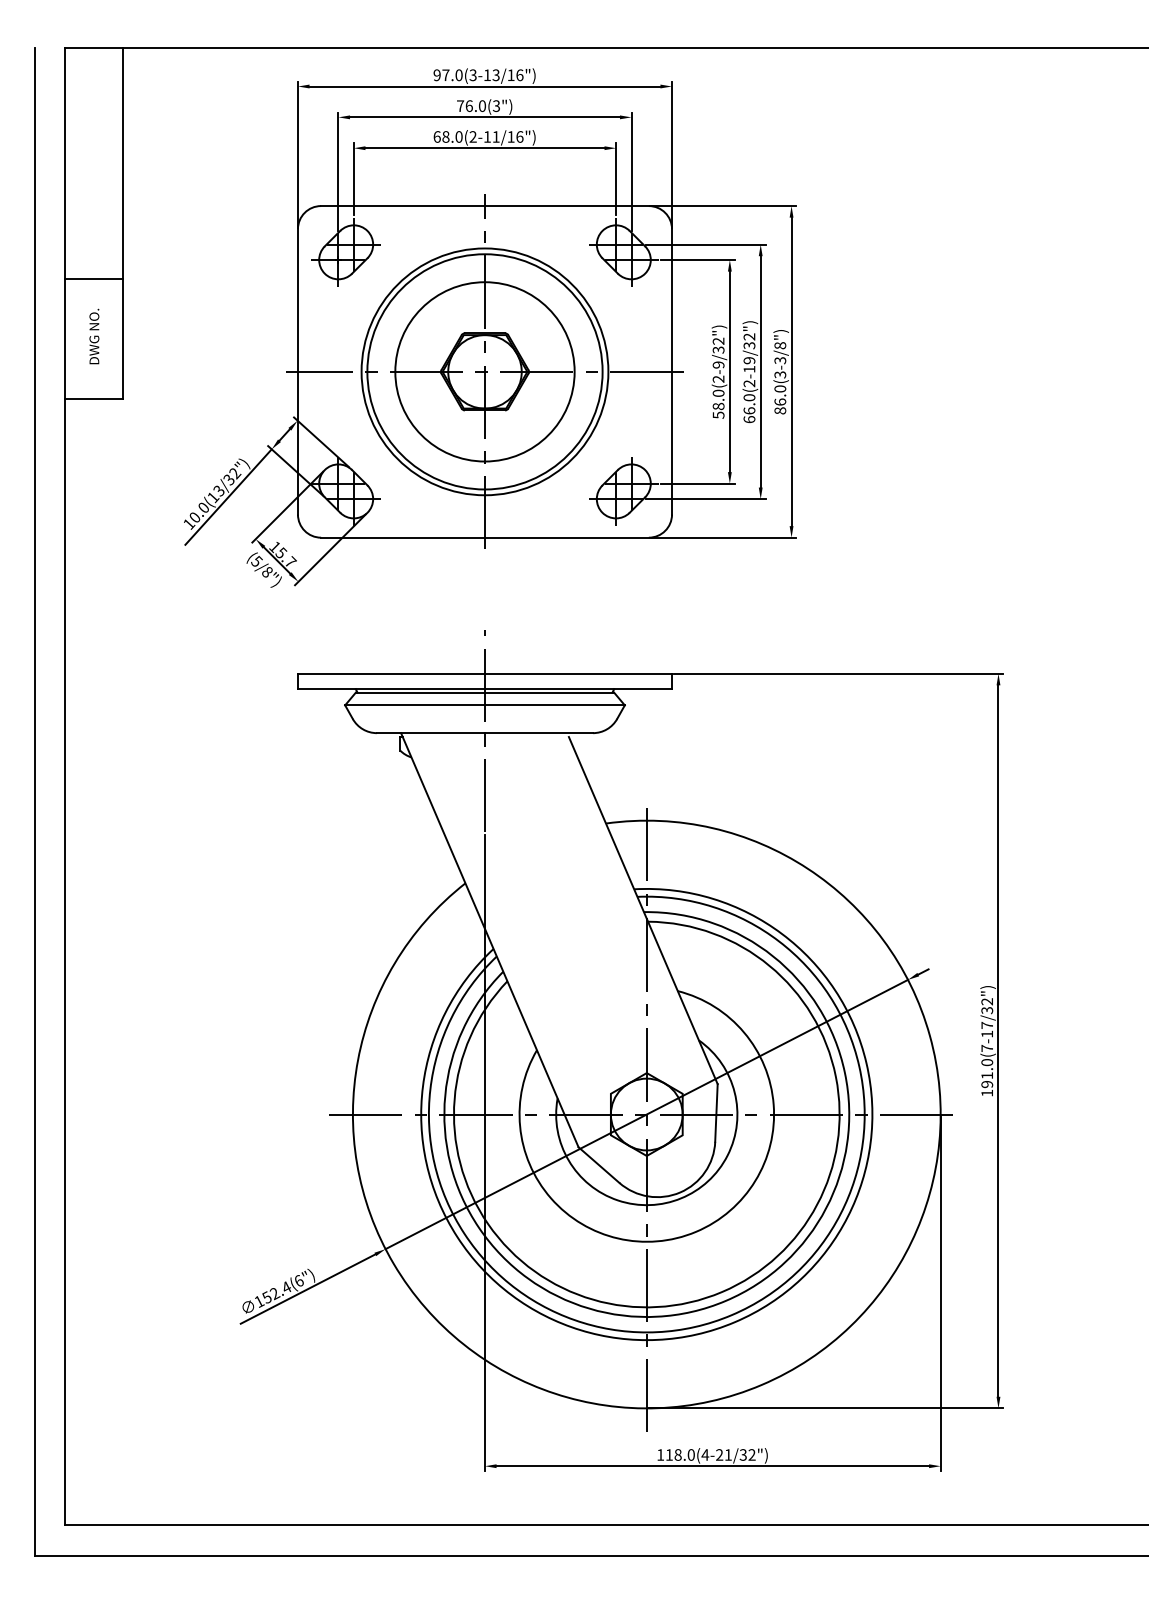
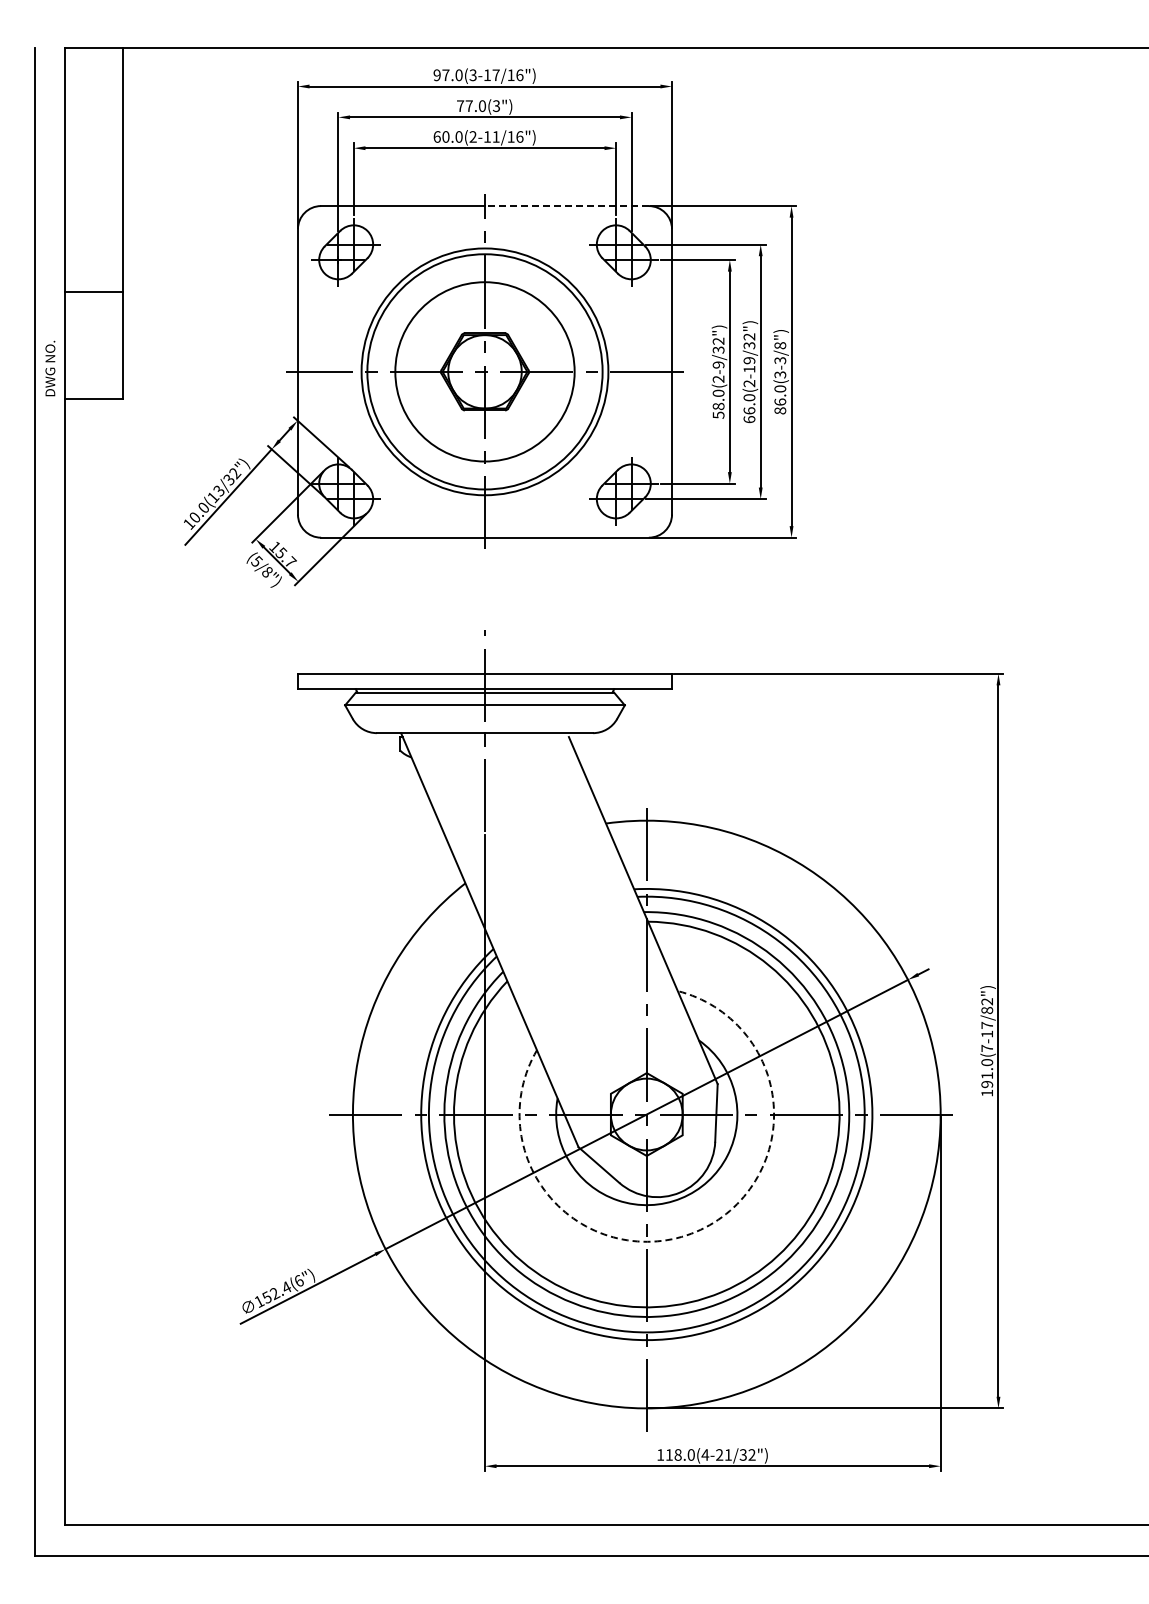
text at (495, 75): 97.0(3-13/16") -> 97.0(3-17/16")
text at (468, 106): 76.0(3") -> 77.0(3")
text at (445, 136): 68.0(2-11/16") -> 60.0(2-11/16")
line at (566, 206): solid -> dashed
line at (94, 279) position: (94, 279) -> (94, 292)
text at (94, 336) position: (94, 336) -> (50, 368)
text at (986, 1010): 191.0(7-17/32") -> 191.0(7-17/82")
arc at (696, 1231): solid -> dashed
